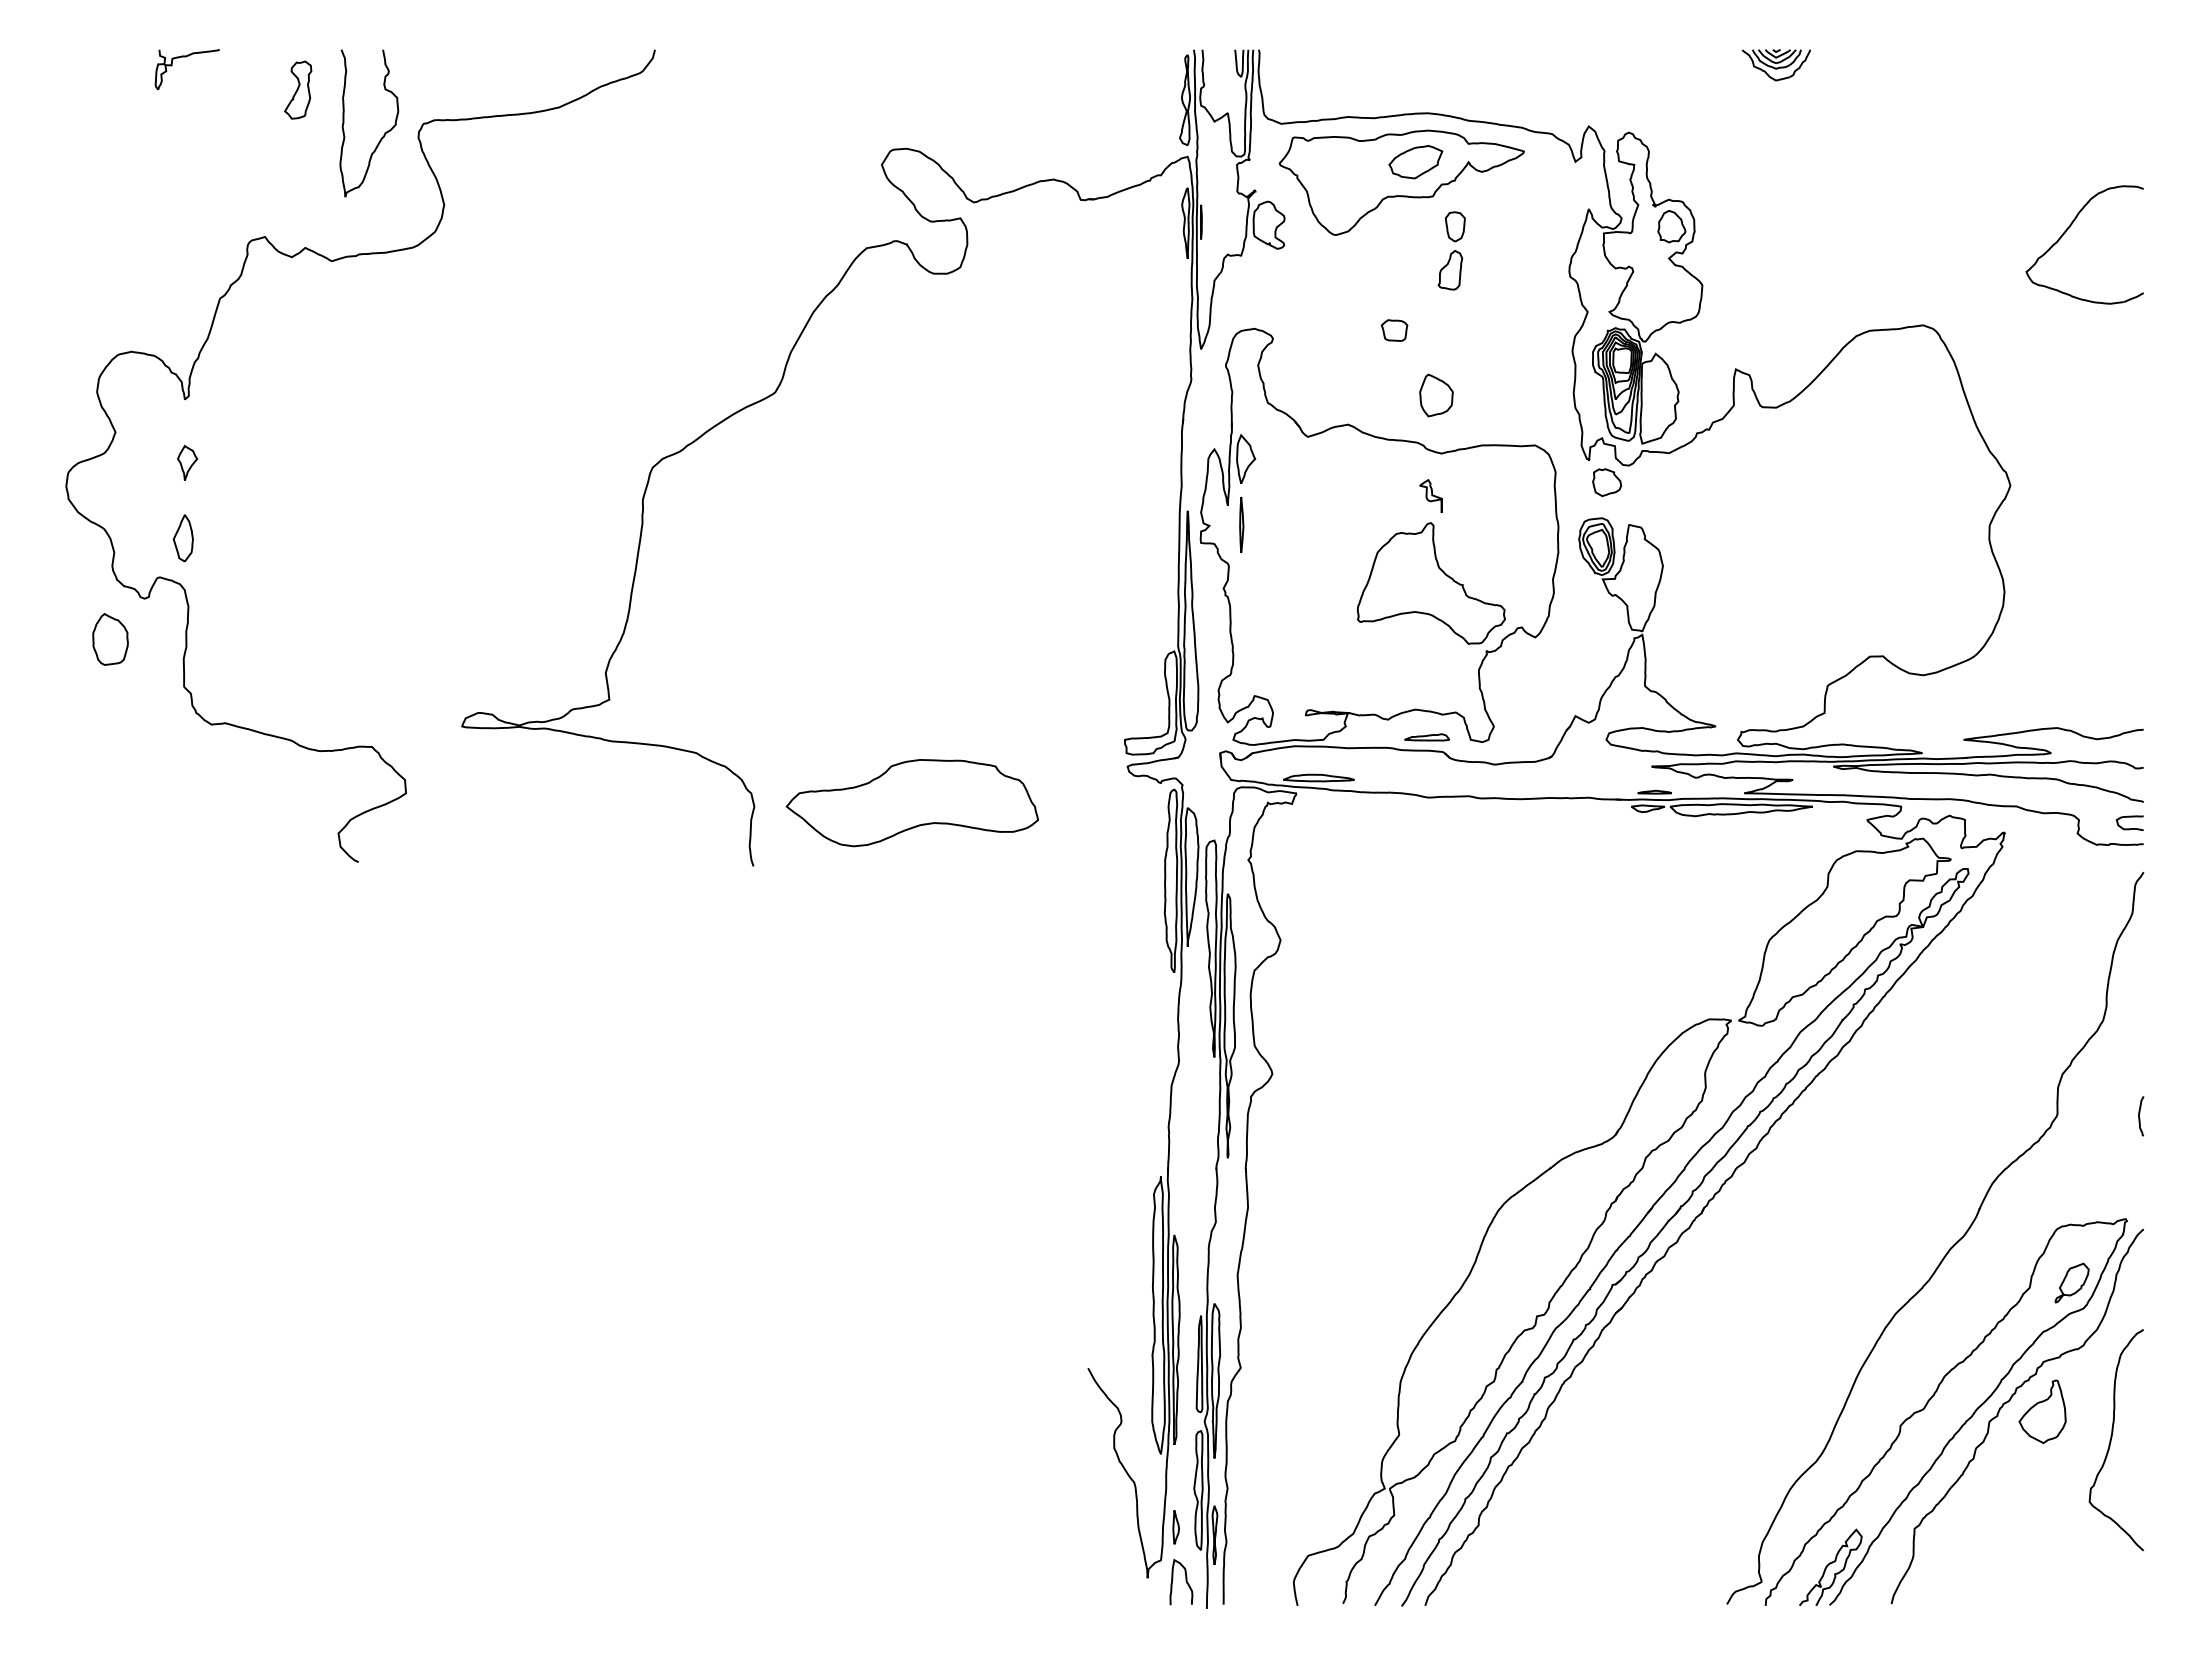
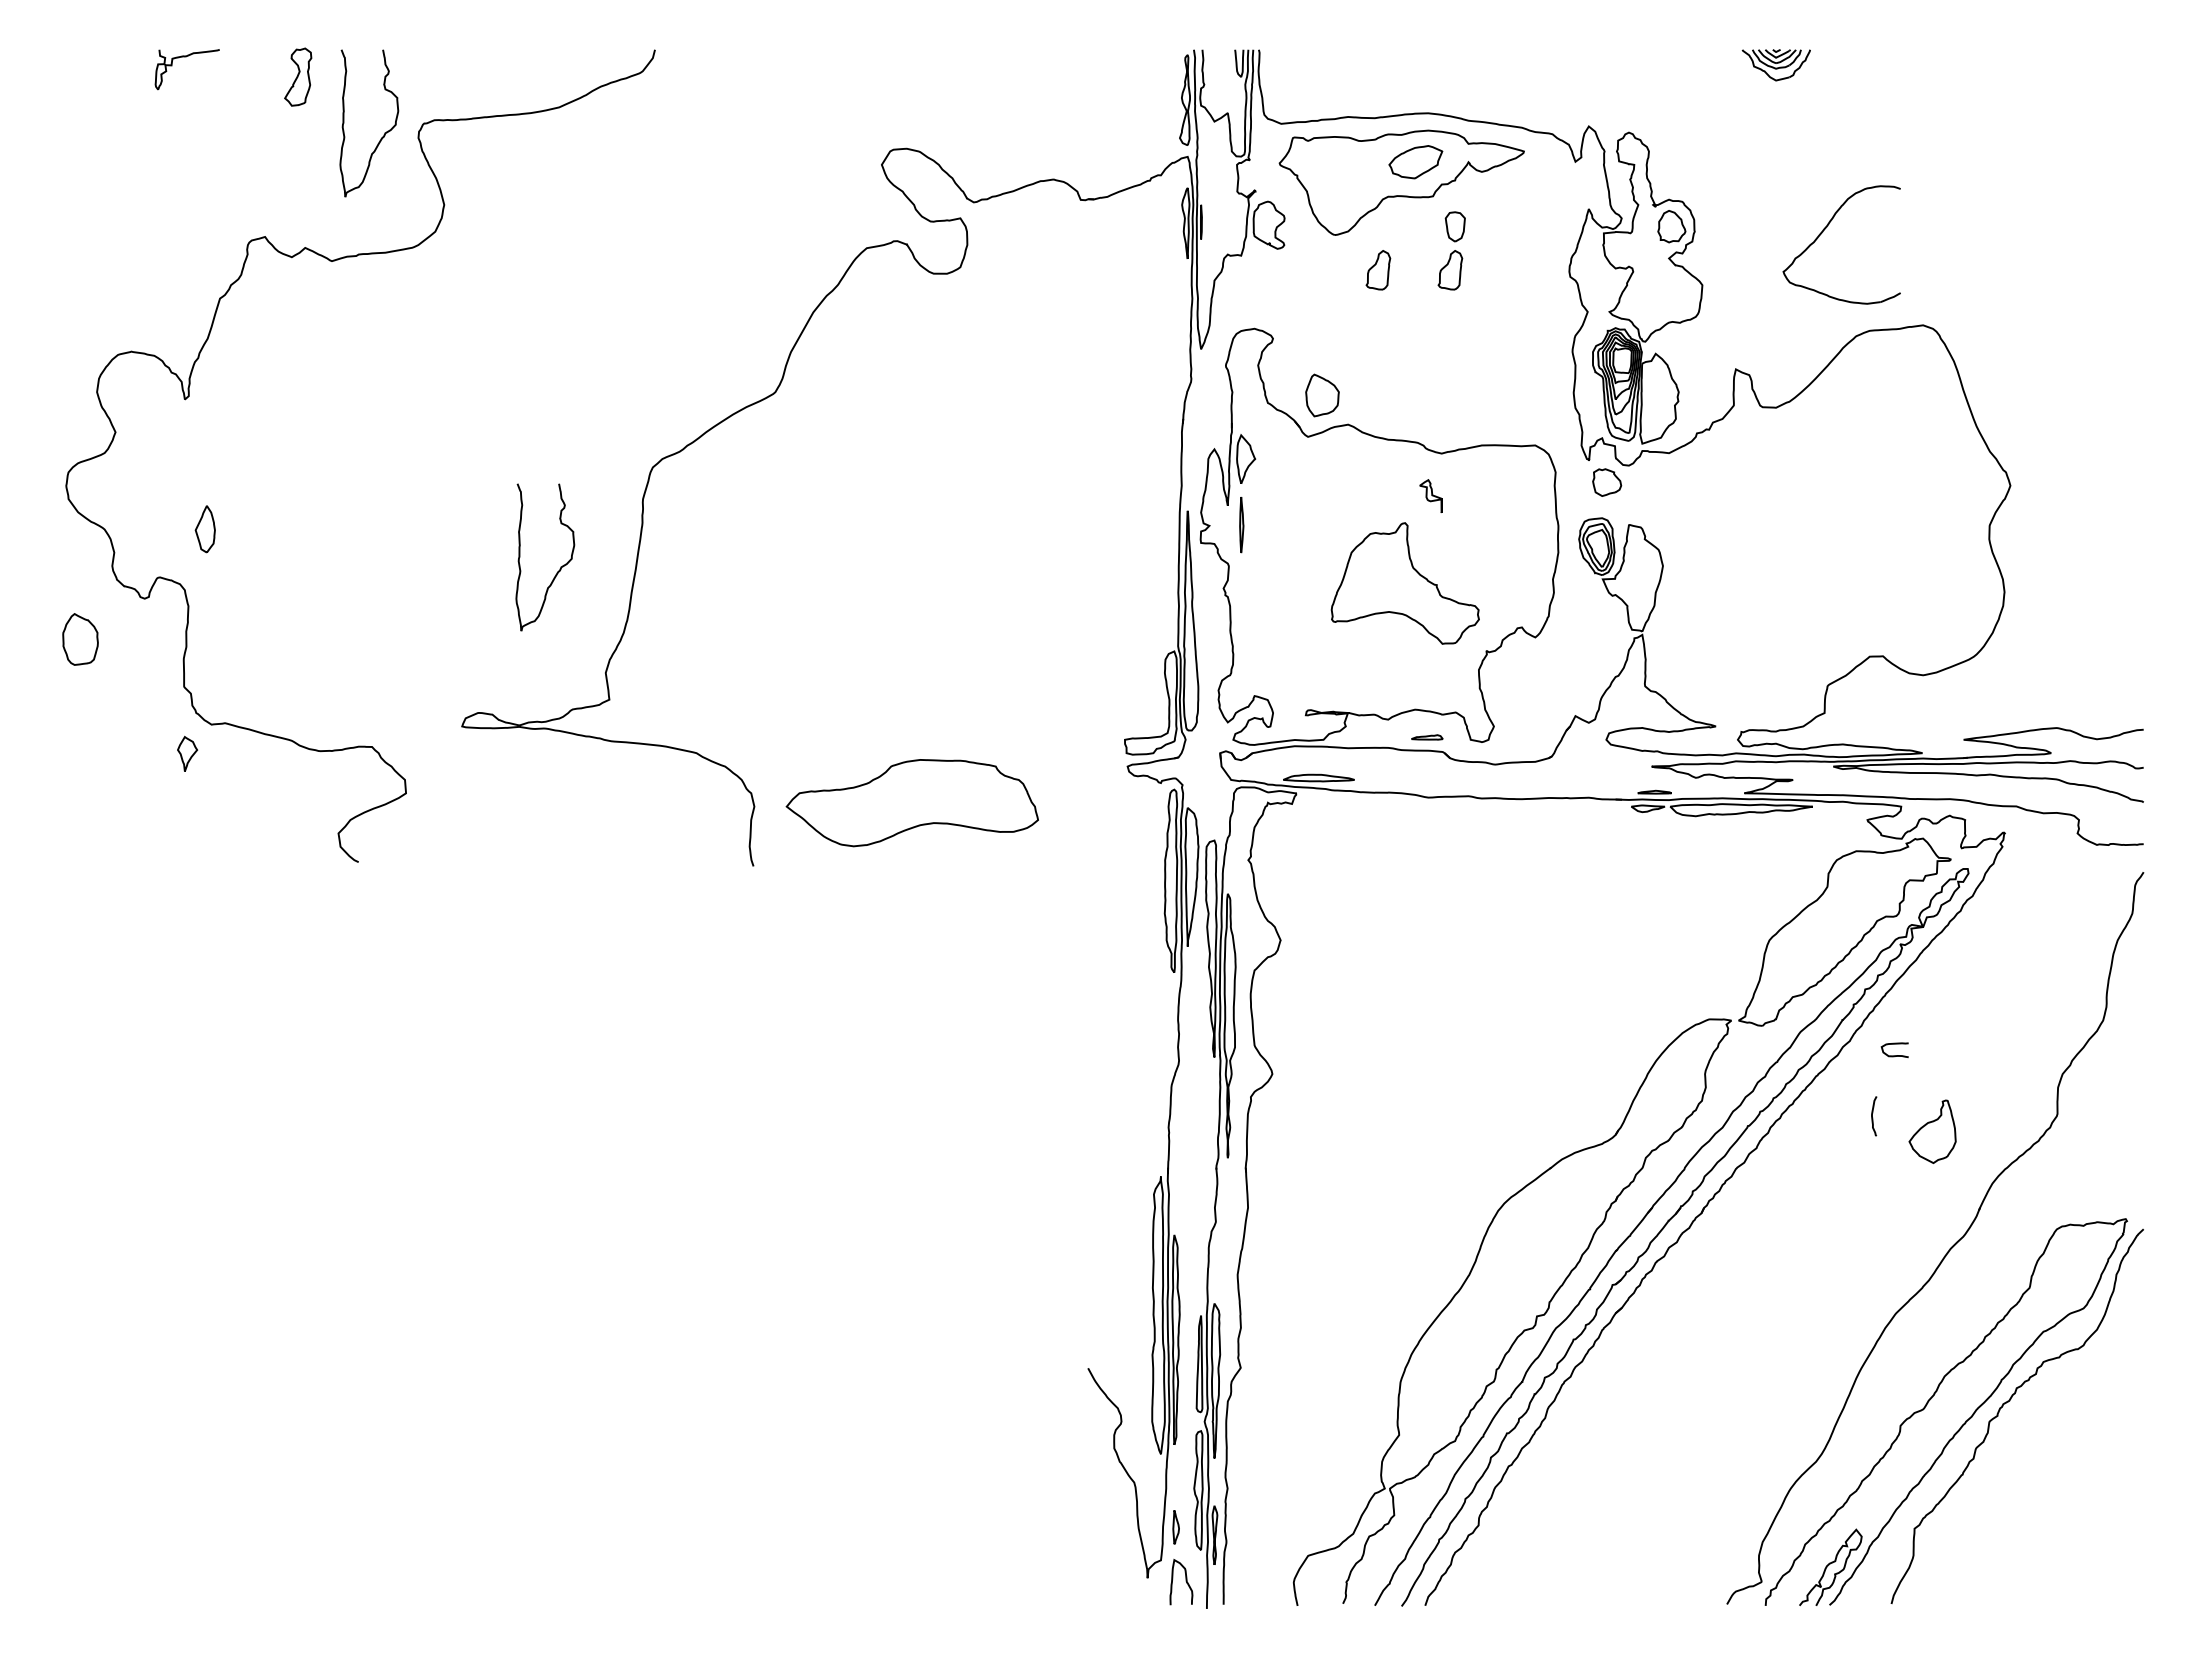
part at (298, 89) position: (298, 89) -> (298, 76)
part at (2069, 228) position: (2069, 228) -> (1826, 228)
part at (1378, 270): none -> present
part at (1394, 330): present -> none
part at (1436, 395) position: (1436, 395) -> (1322, 395)
part at (187, 462) position: (187, 462) -> (187, 753)
part at (182, 538) position: (182, 538) -> (204, 529)
part at (560, 566): none -> present
part at (1430, 583) position: (1430, 583) -> (1404, 583)
part at (110, 639) position: (110, 639) -> (80, 639)
part at (1427, 737) size: 47x9 px -> 33x7 px
curve at (2129, 817) position: (2129, 817) -> (1894, 1044)
curve at (2139, 1116) position: (2139, 1116) -> (1872, 1116)
part at (2071, 1282): present -> none
part at (2042, 1411) position: (2042, 1411) -> (1932, 1131)
curve at (2111, 1440): present -> none
